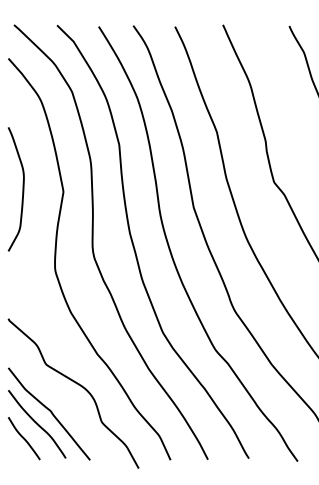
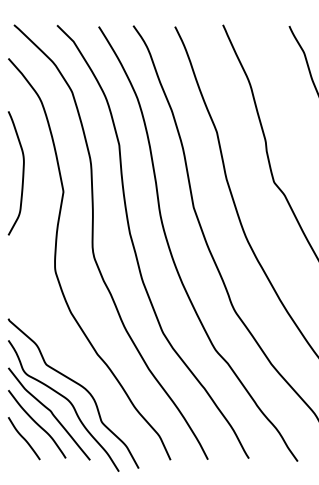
curve at (22, 189) position: (22, 189) -> (22, 173)
curve at (65, 399): none -> present
